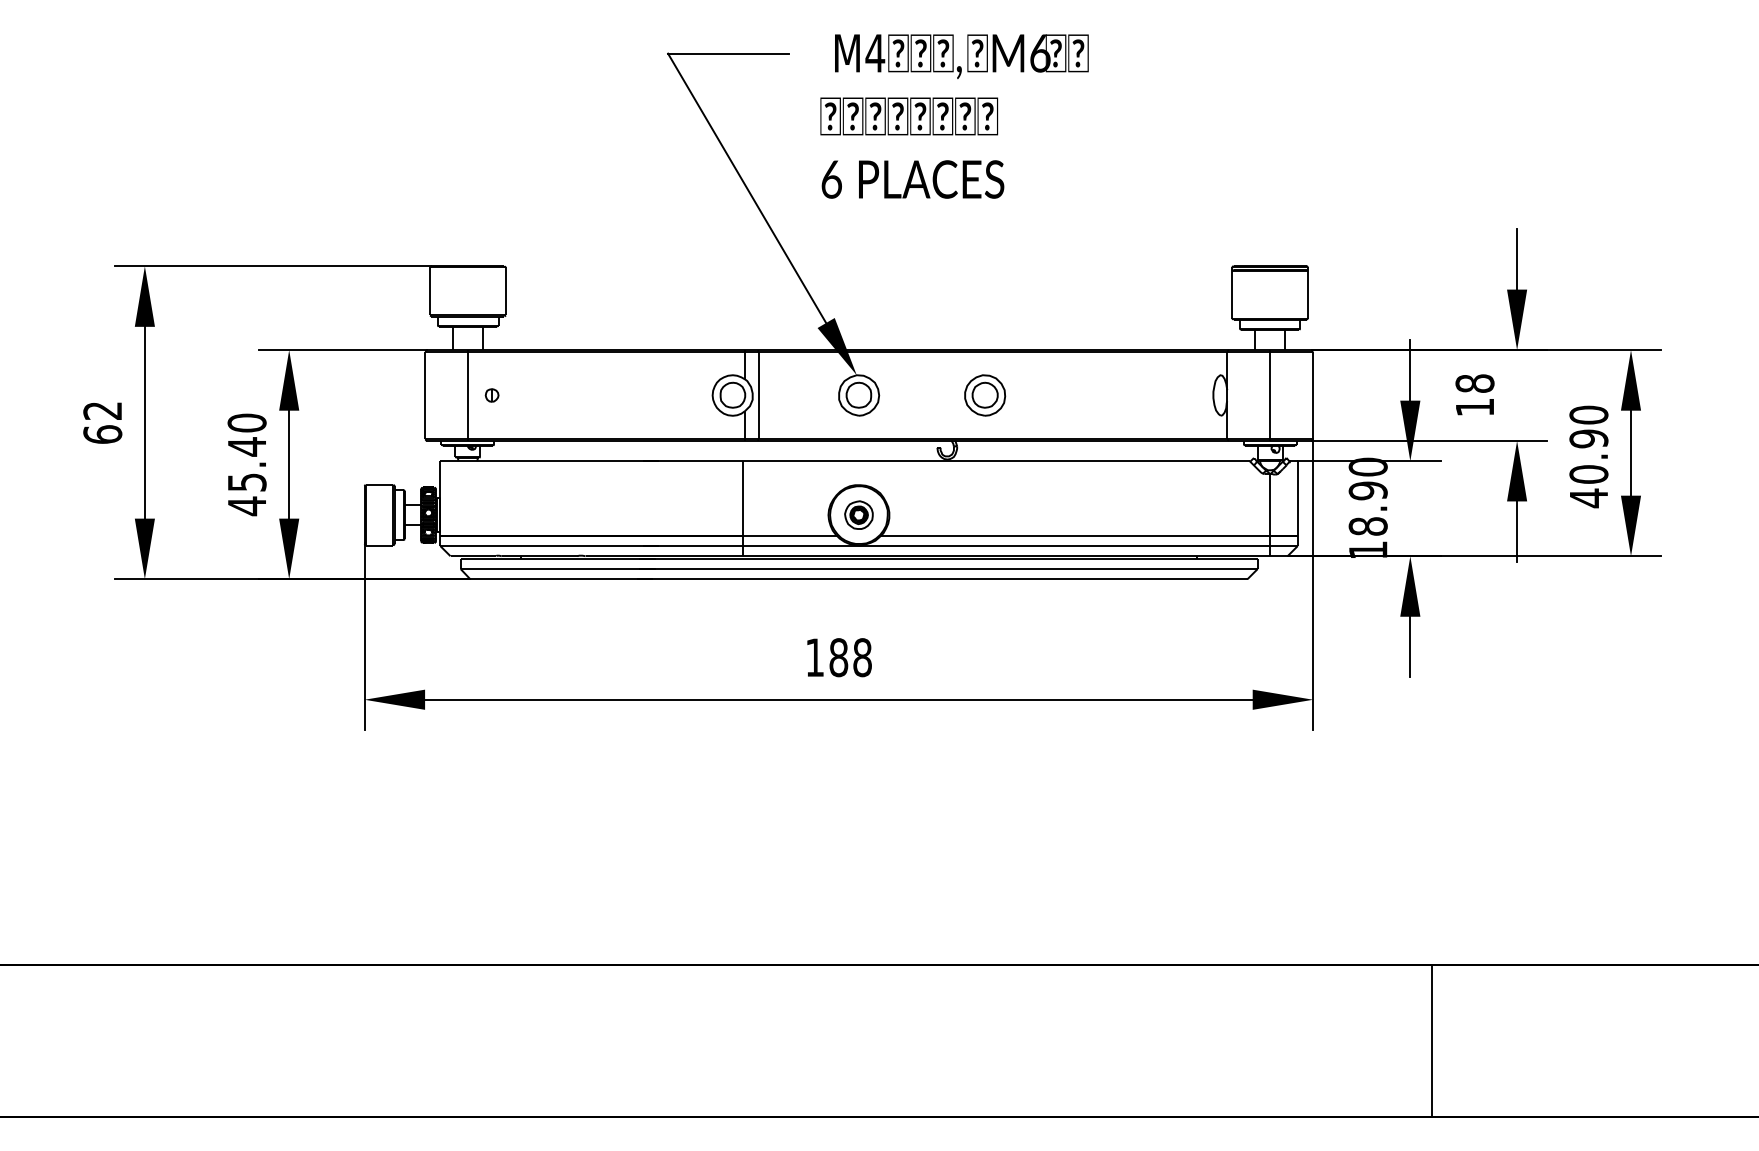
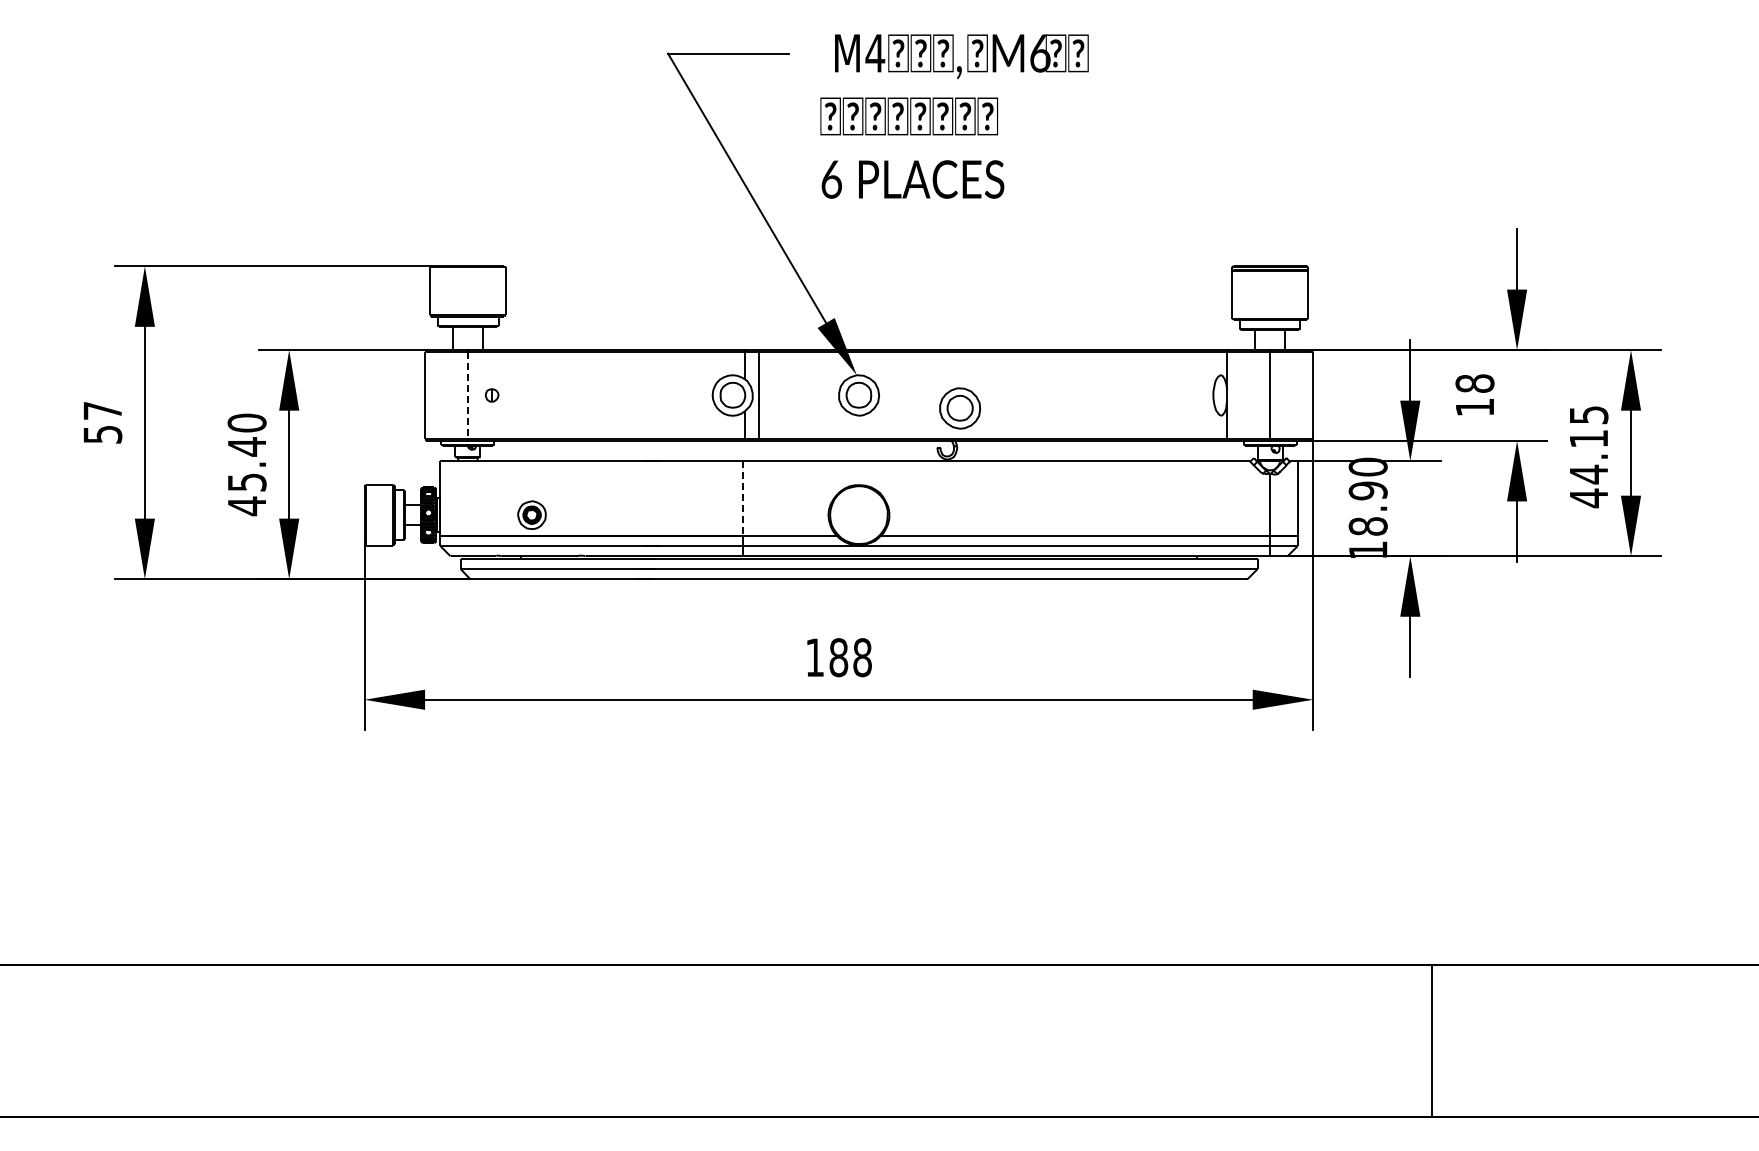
line at (468, 395): solid -> dashed
part at (985, 395) position: (985, 395) -> (960, 408)
text at (102, 422): 62 -> 57
text at (1588, 444): 40.90 -> 44.15
line at (743, 498): solid -> dashed
part at (858, 514) position: (858, 514) -> (531, 514)
